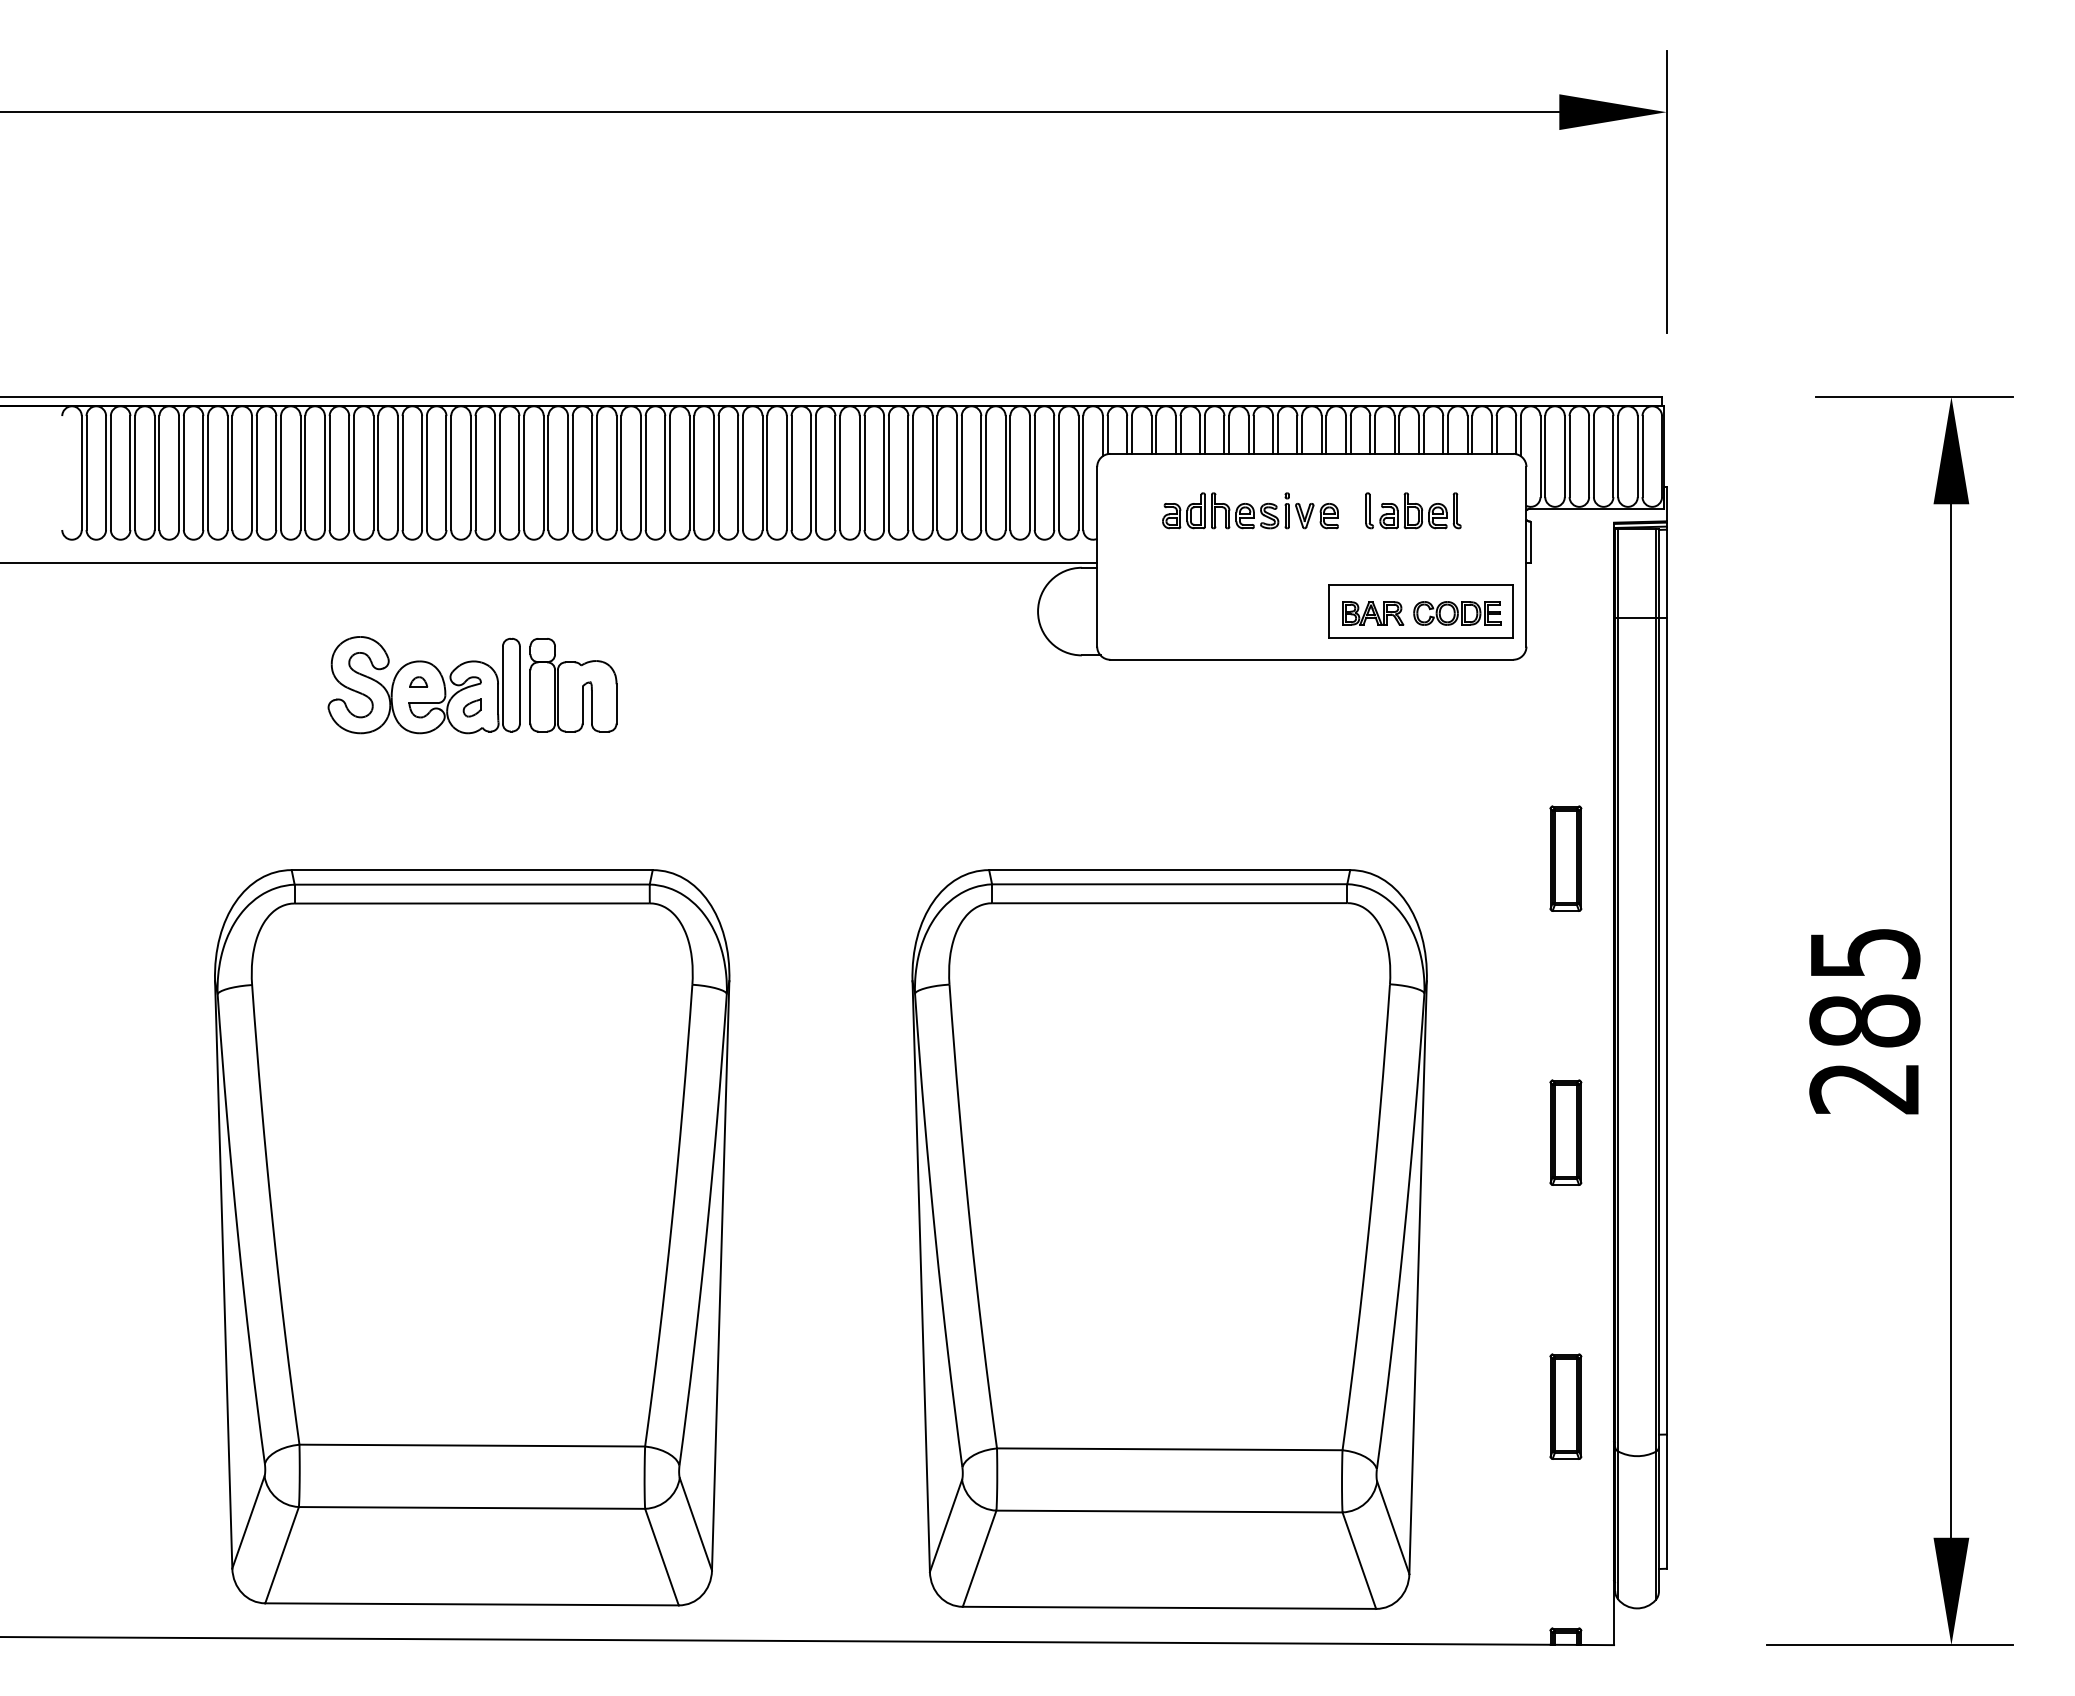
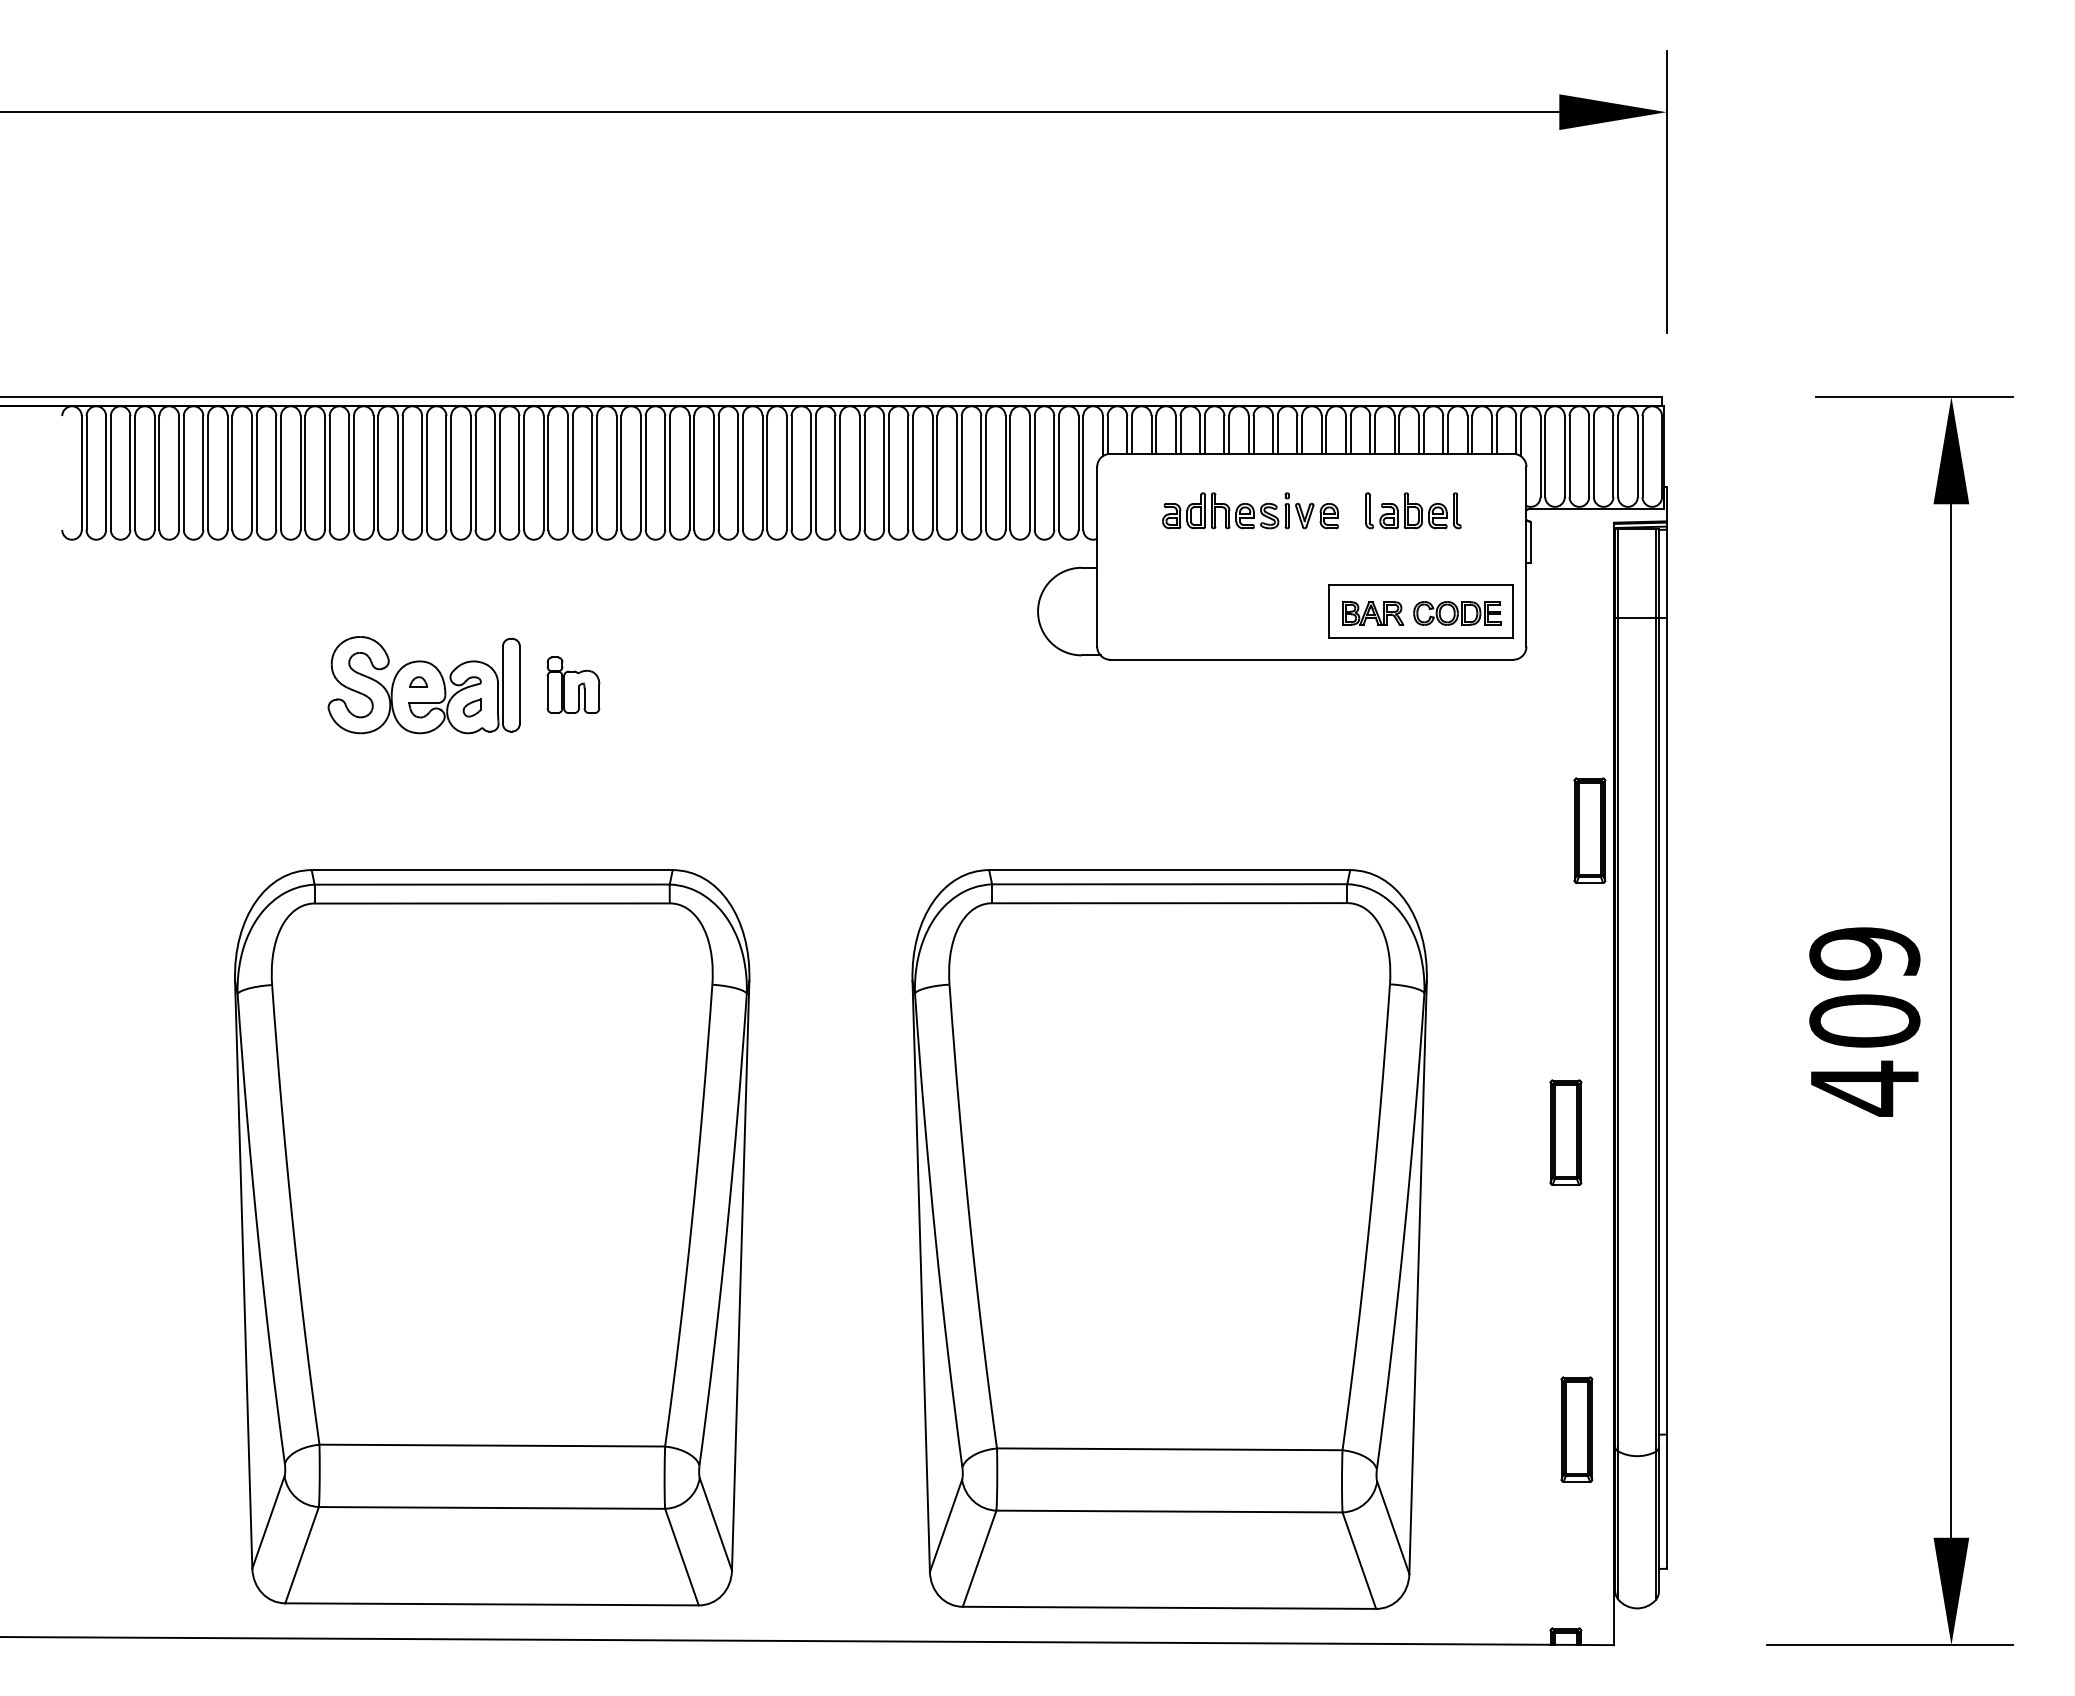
line at (549, 562): present -> none
part at (573, 685) size: 89x95 px -> 55x58 px
part at (1565, 858) position: (1565, 858) -> (1589, 830)
text at (1864, 1021): 285 -> 409
part at (472, 1237) position: (472, 1237) -> (492, 1237)
part at (1565, 1406) position: (1565, 1406) -> (1576, 1429)
